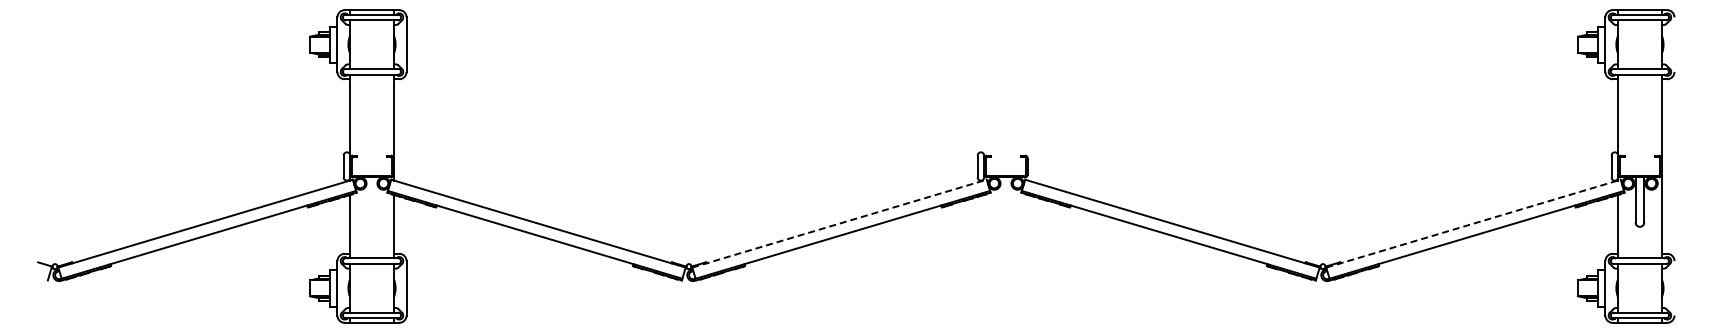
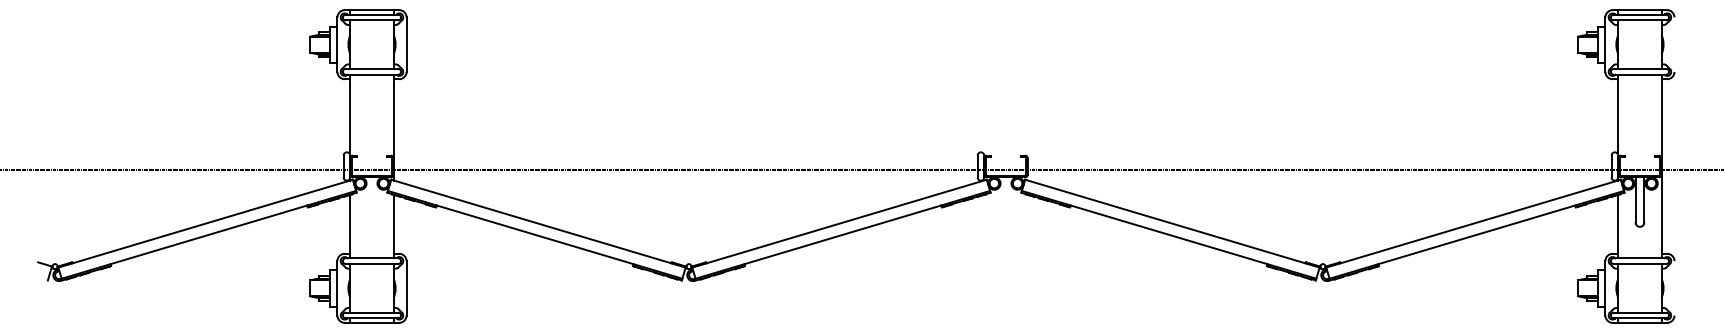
line at (861, 170): none -> present
line at (839, 223): dashed -> solid
line at (1473, 223): dashed -> solid
